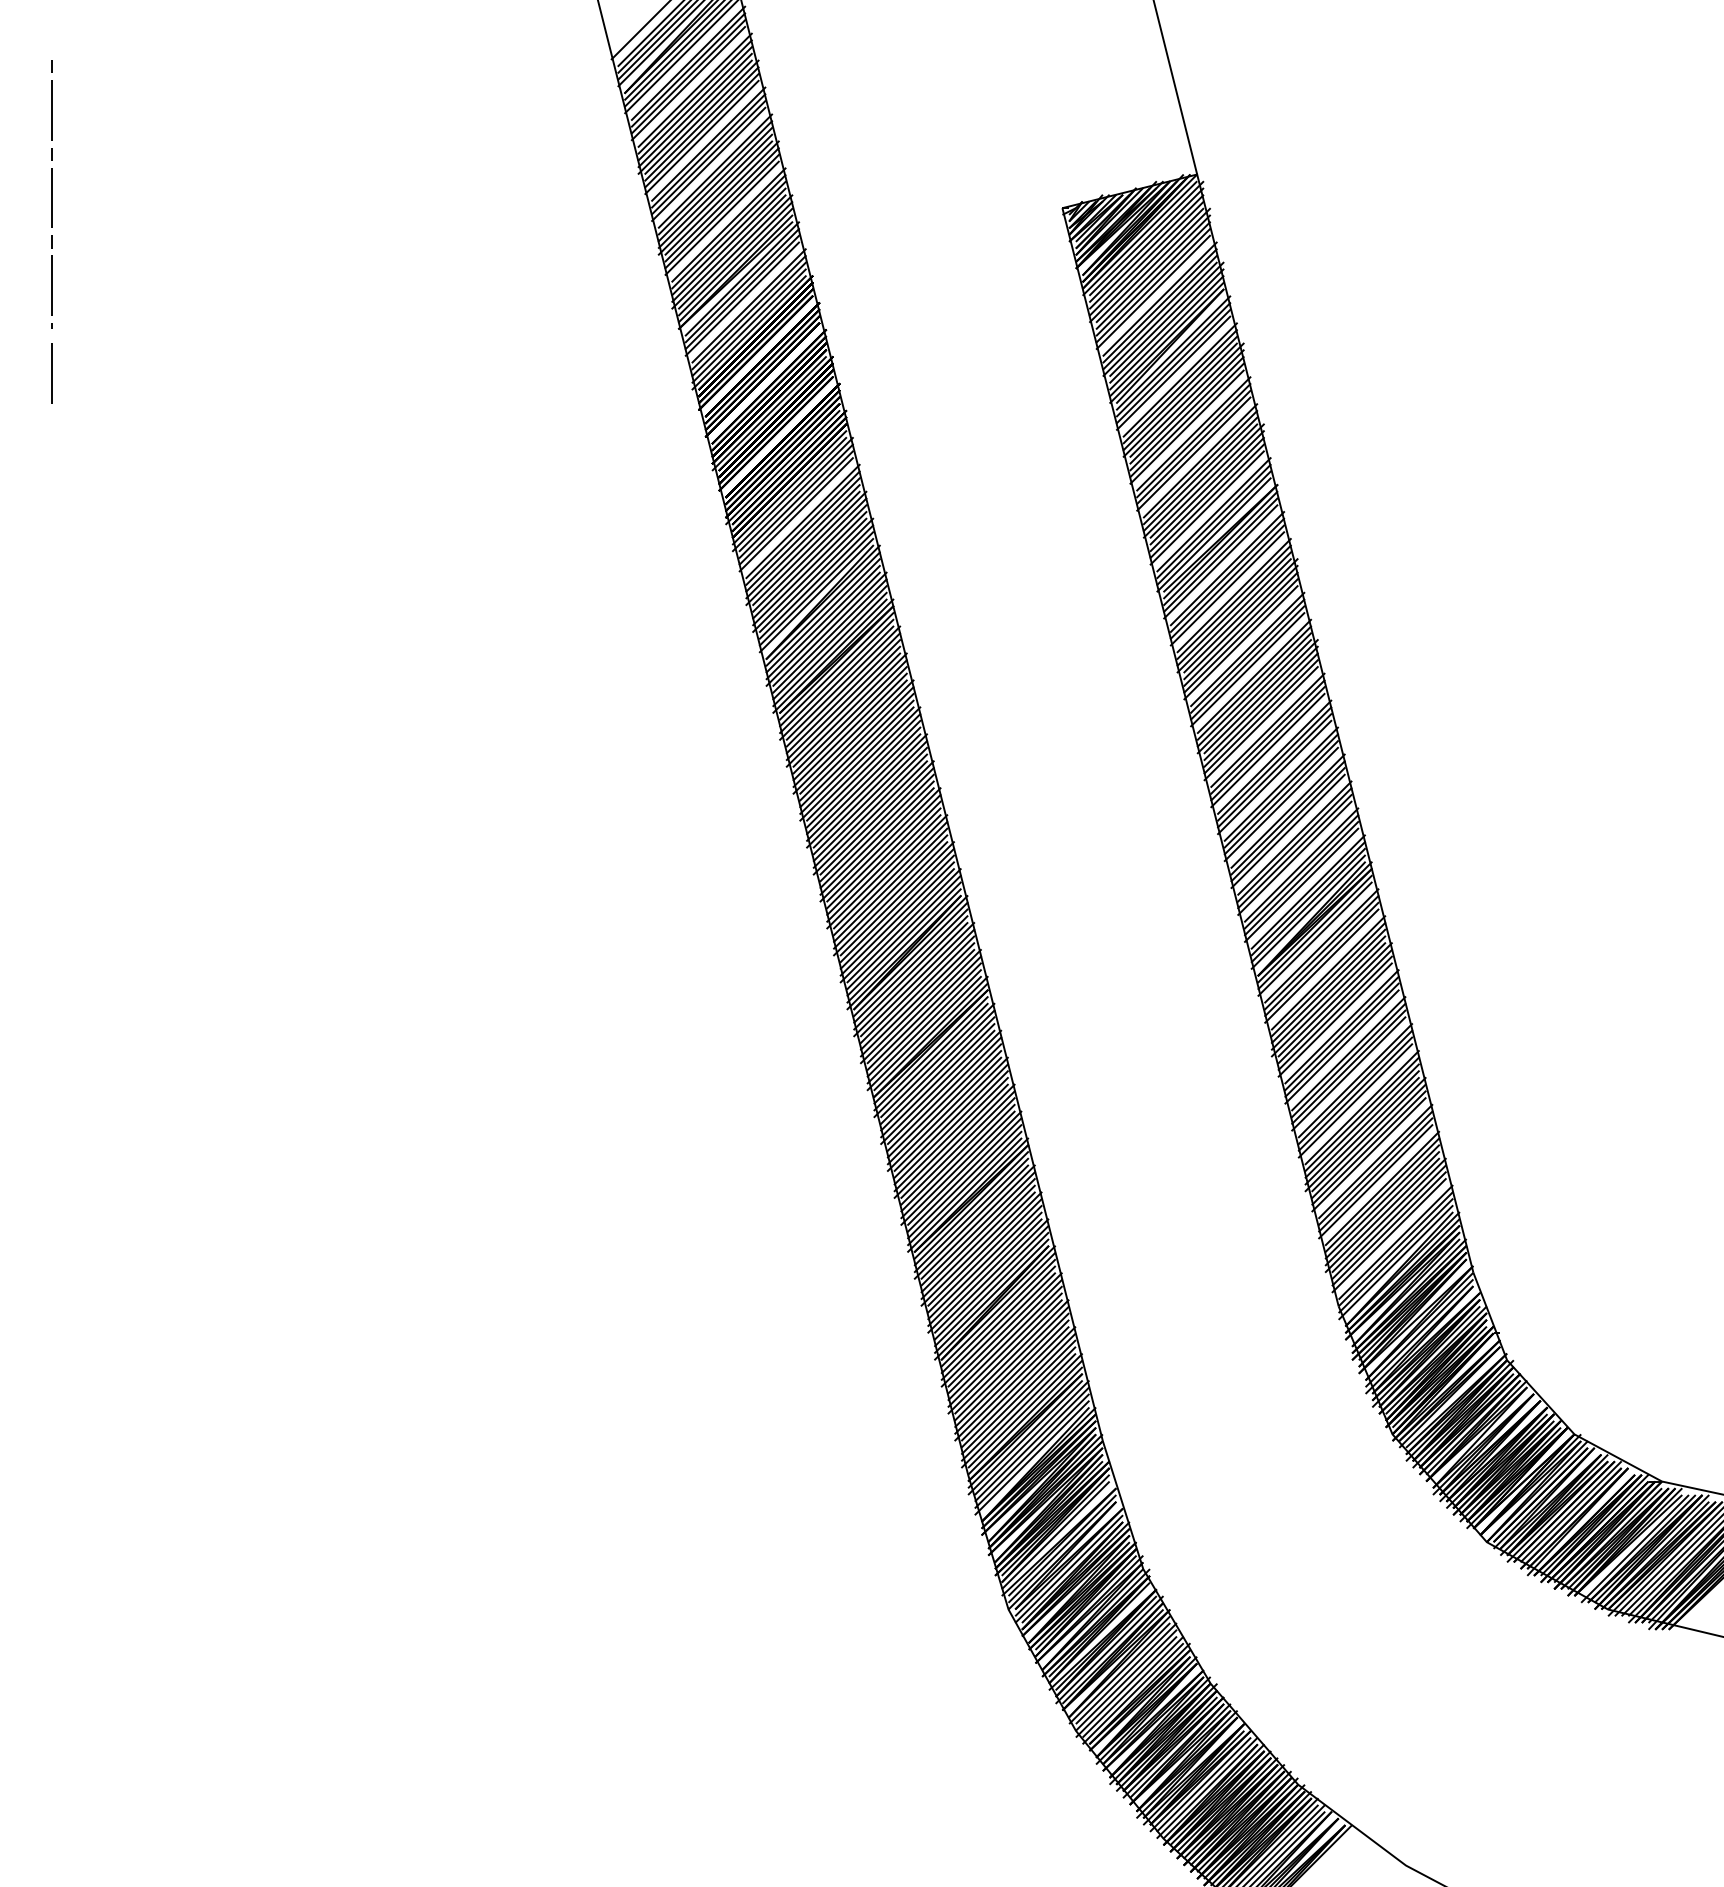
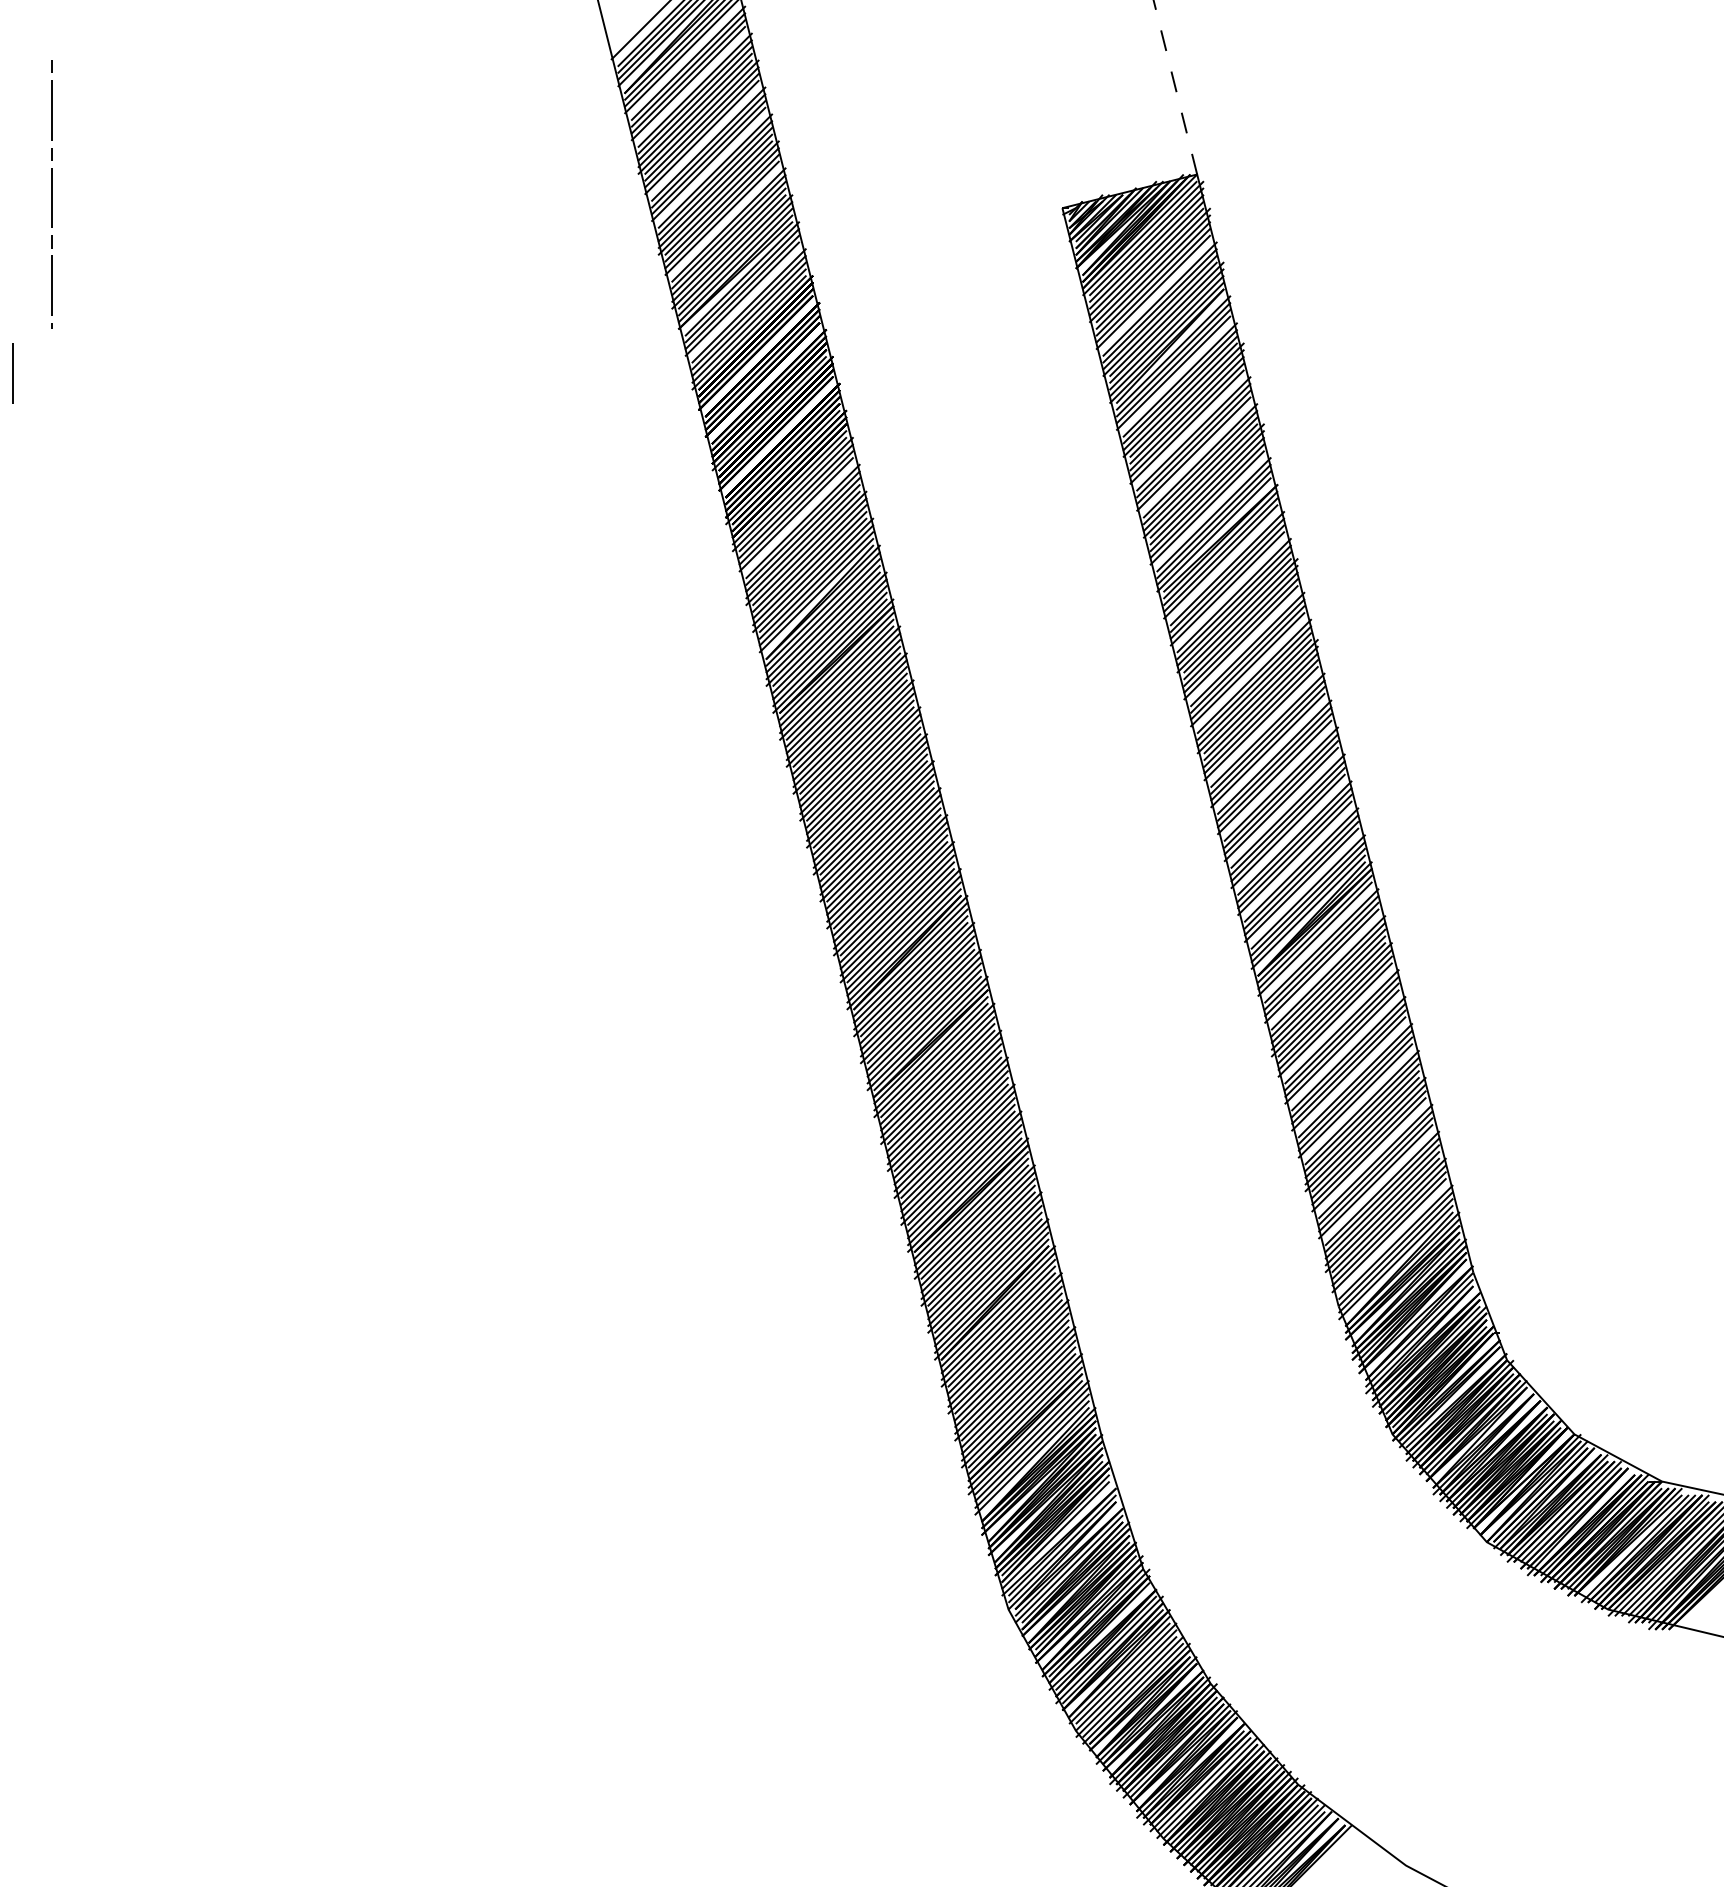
line at (1175, 87): solid -> dashed
line at (51, 373) position: (51, 373) -> (12, 373)
